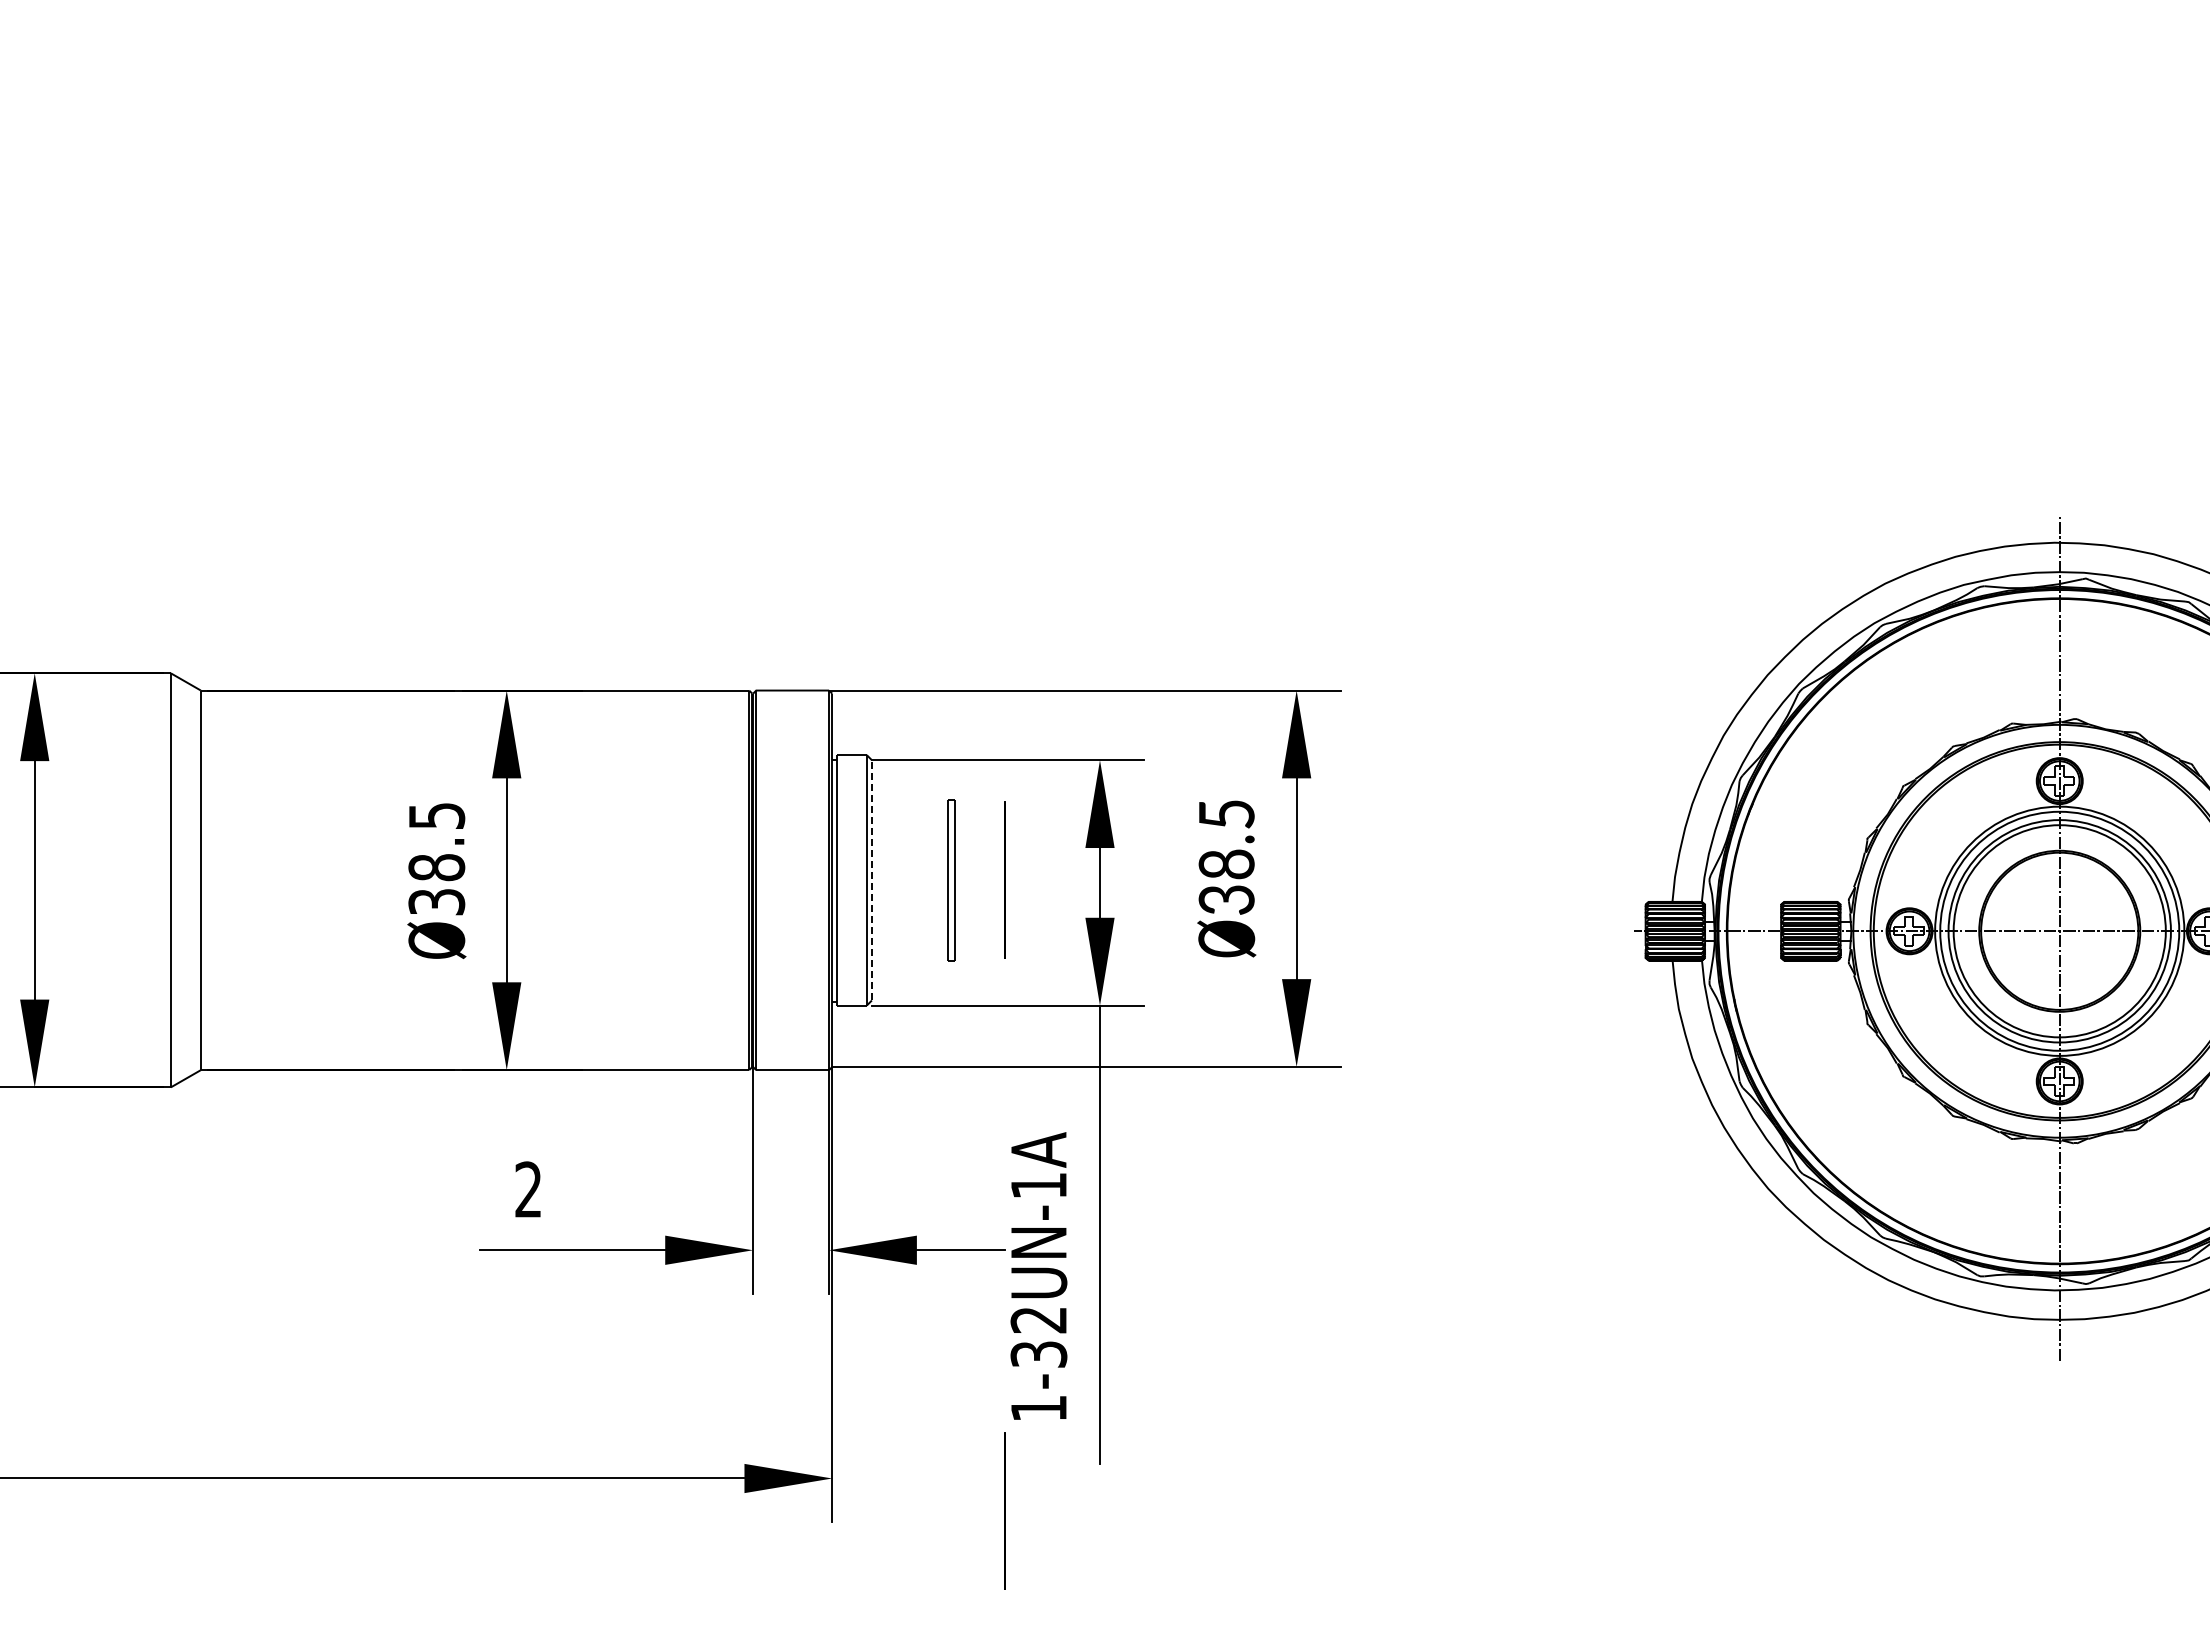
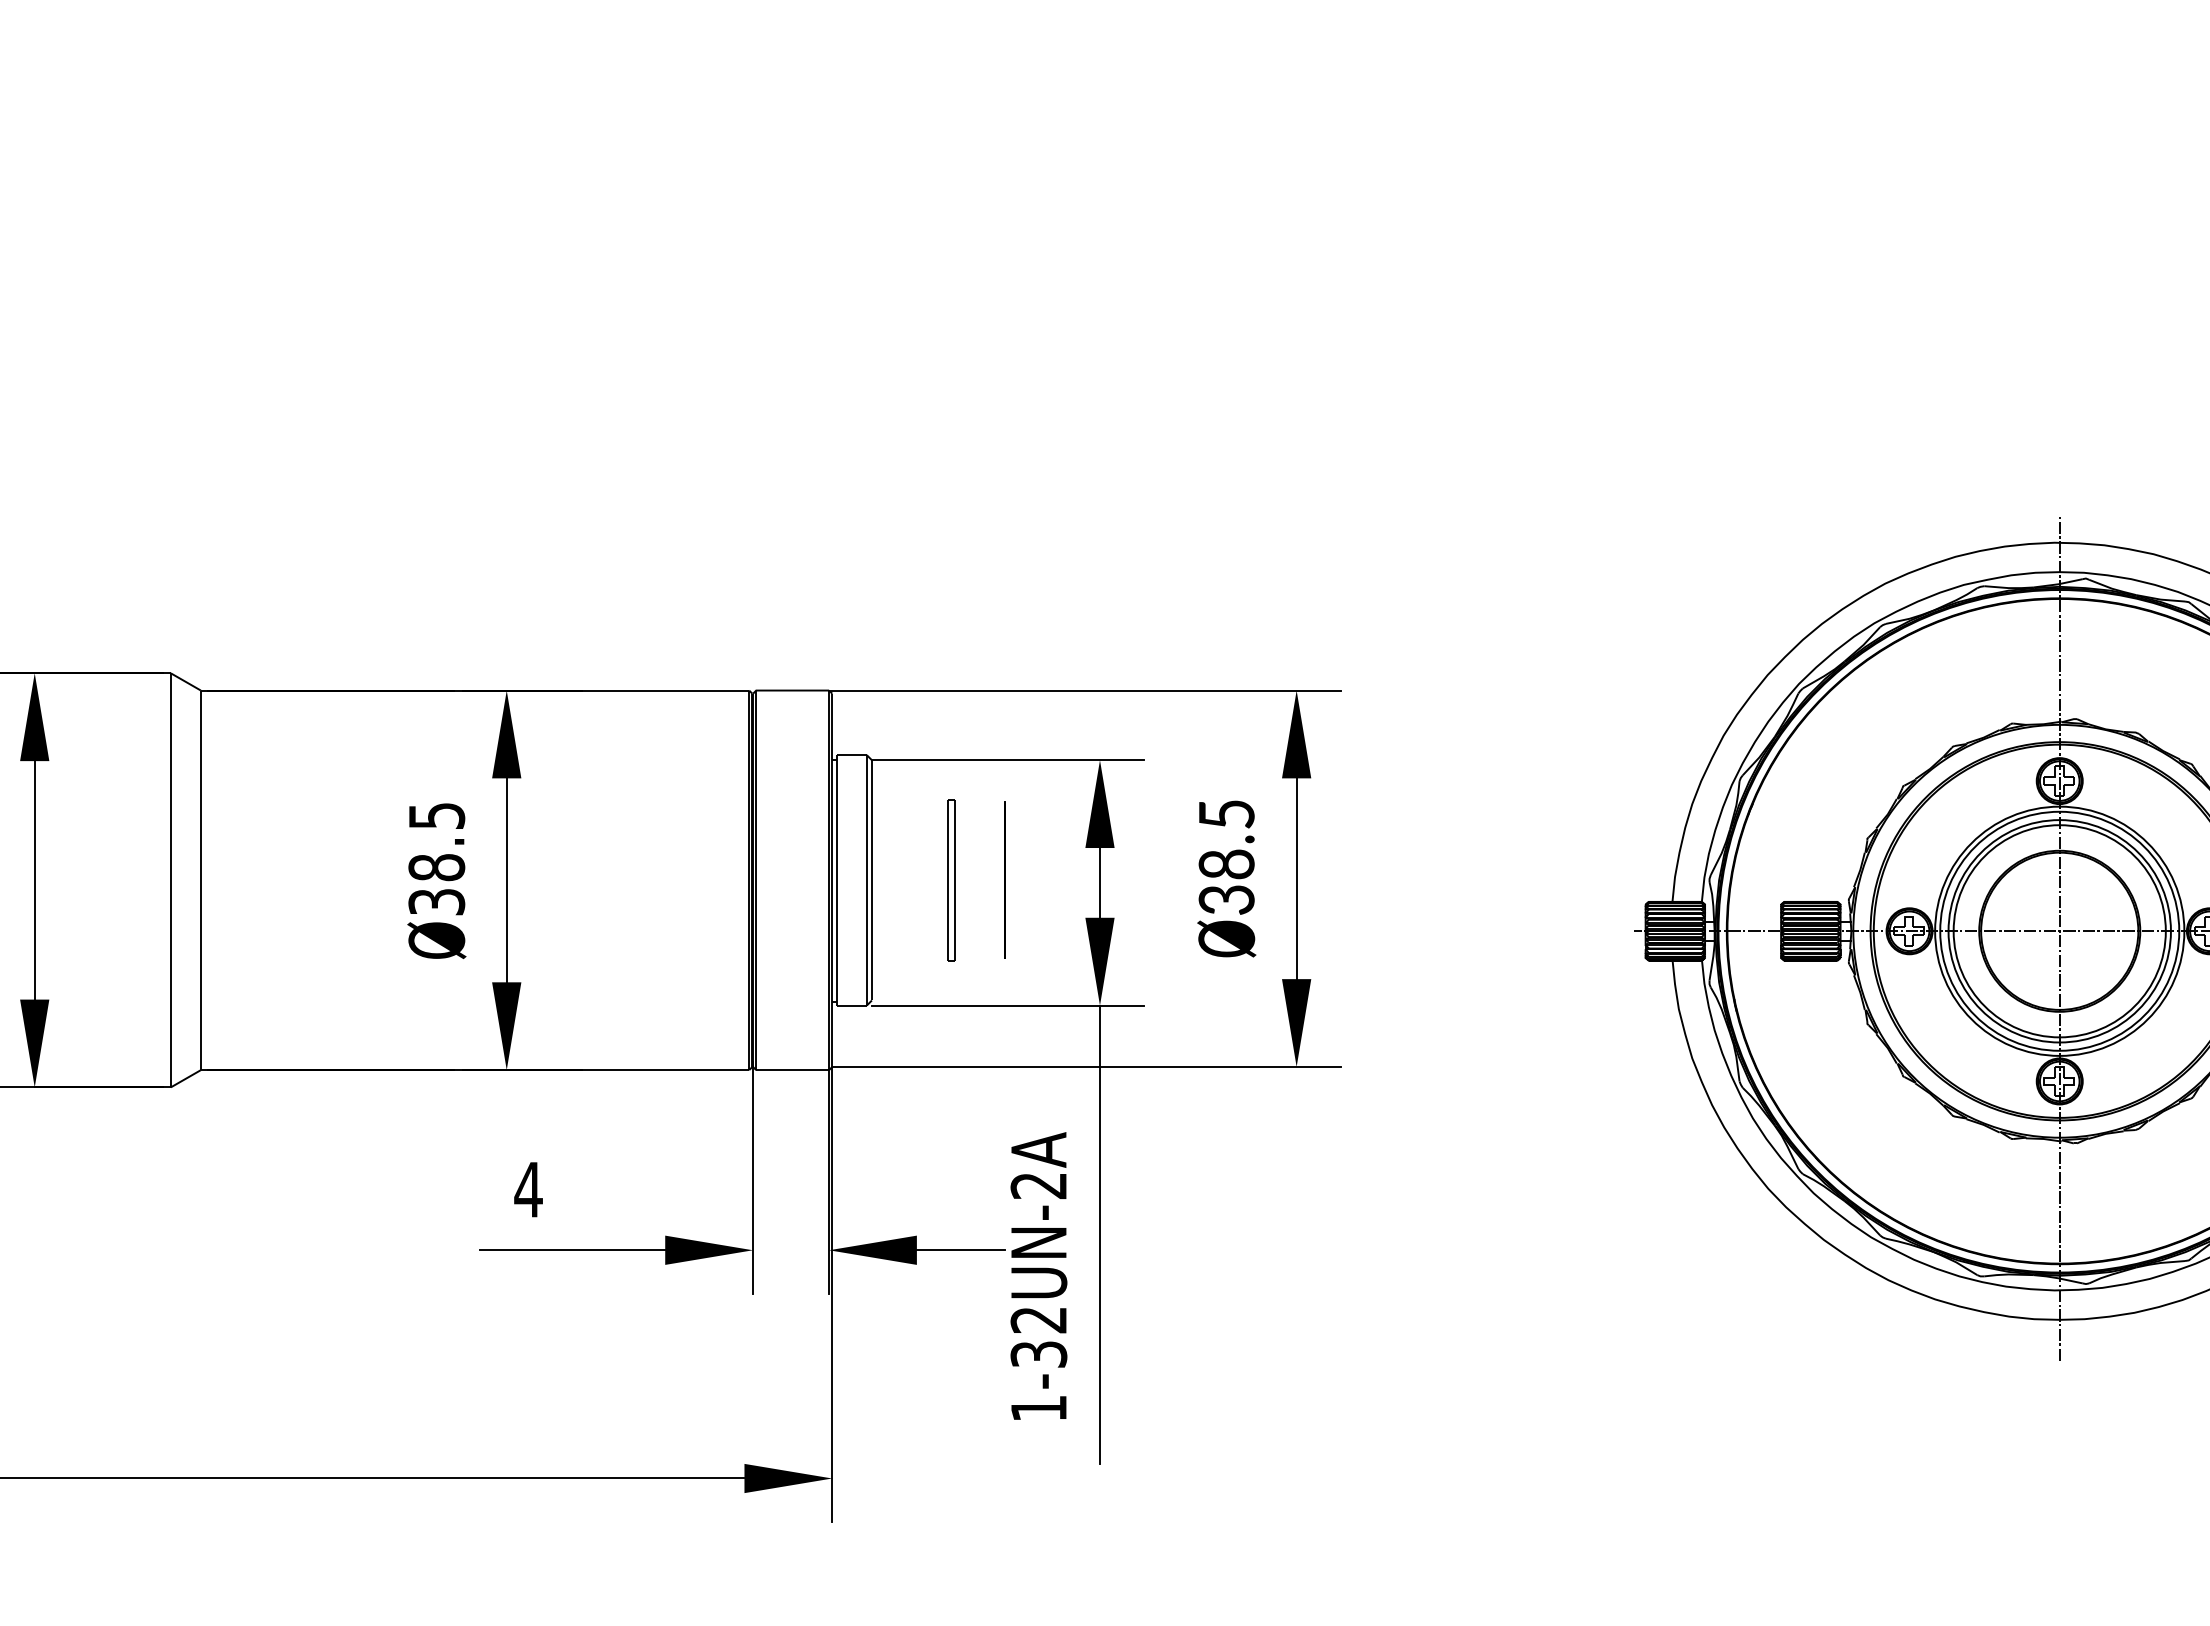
line at (871, 879): dashed -> solid
text at (1038, 1185): 1-32UN-1A -> 1-32UN-2A
text at (528, 1189): 2 -> 4
line at (1004, 1510): present -> none
